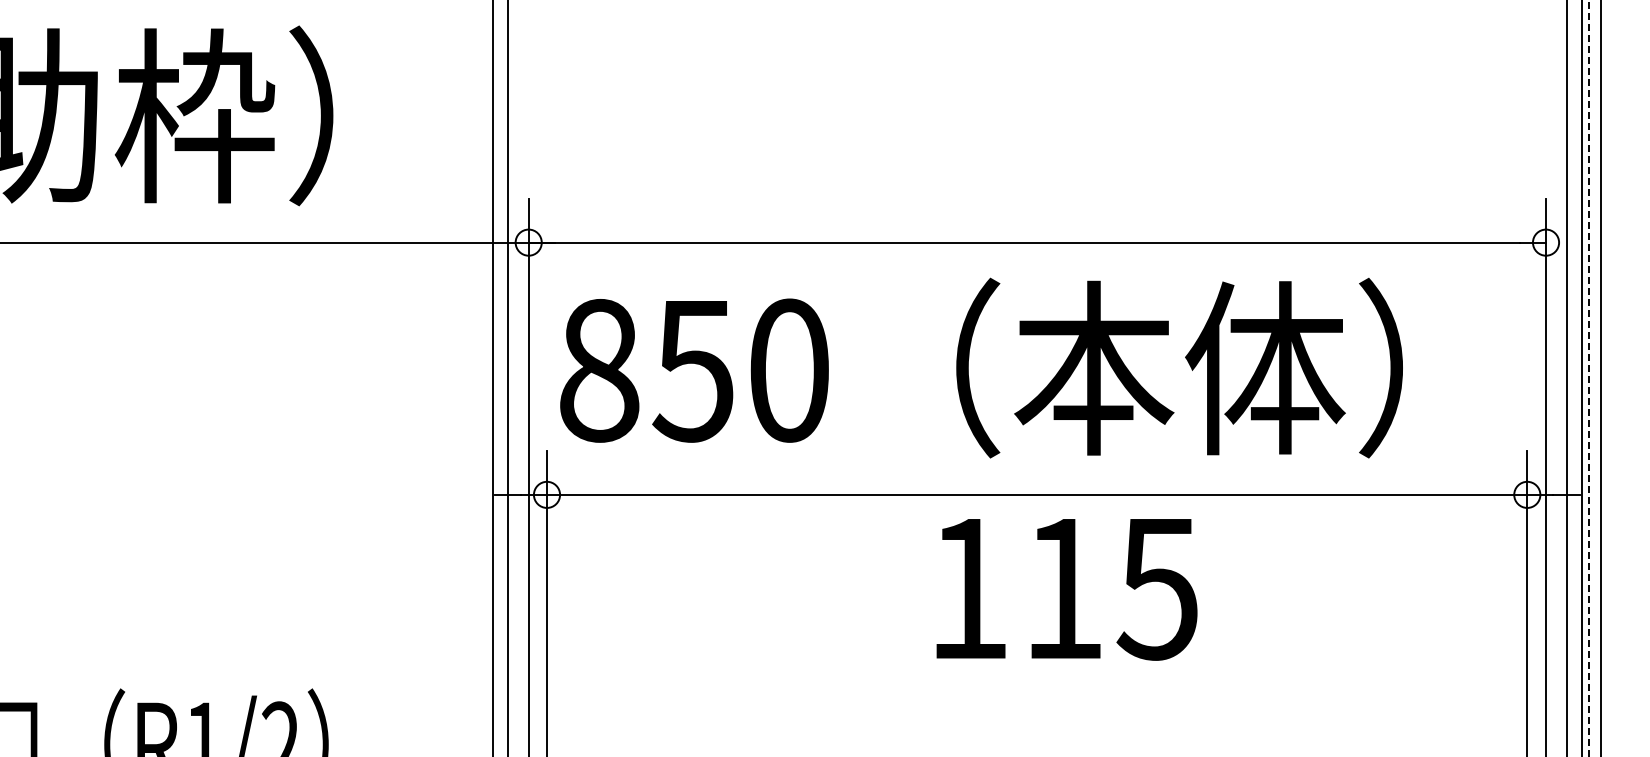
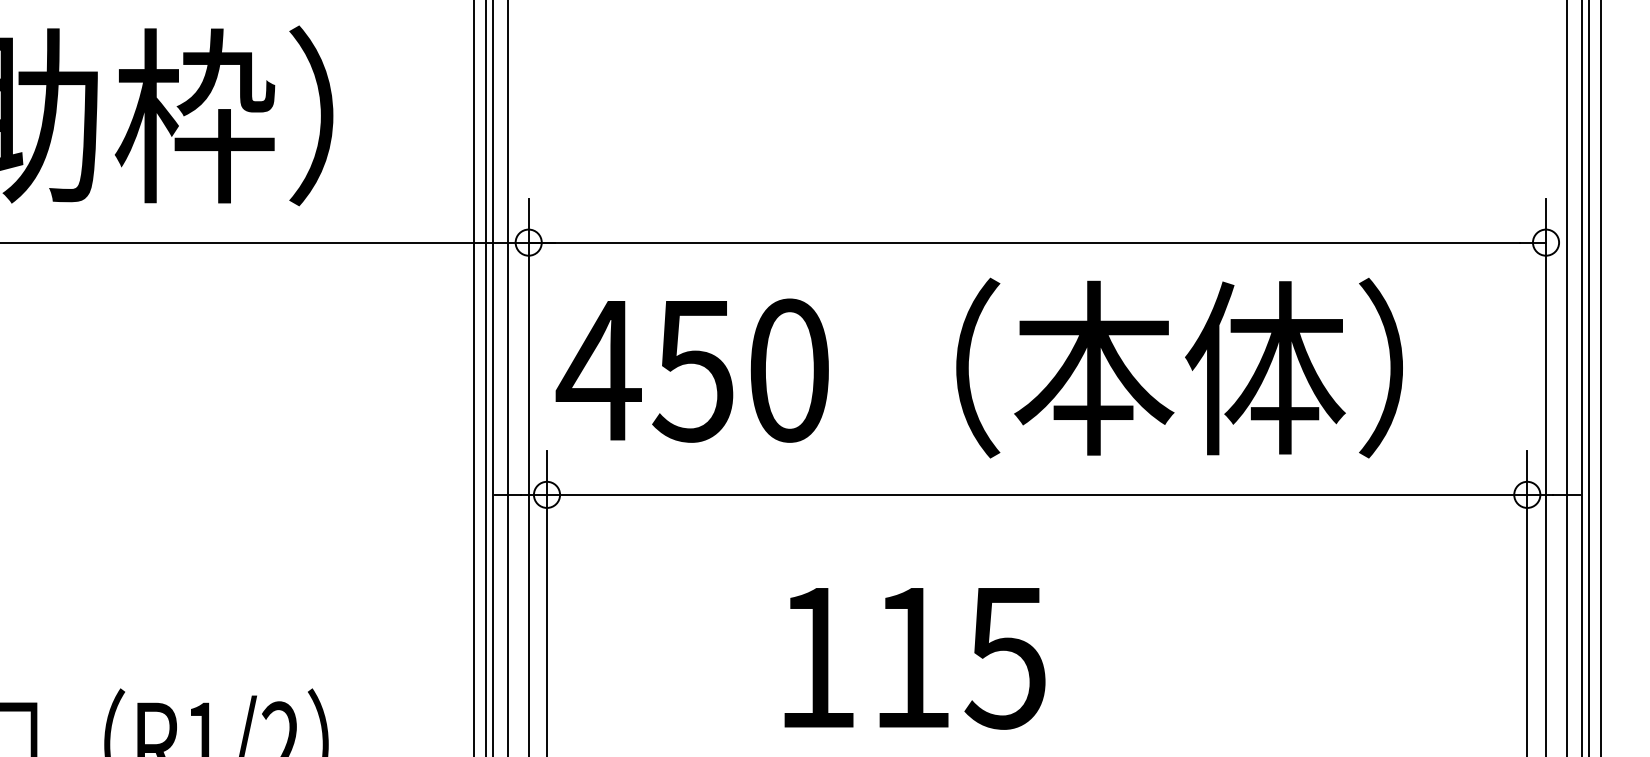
text at (598, 370): 850 -> 450
line at (474, 377): none -> present
line at (486, 377): none -> present
line at (1588, 378): dashed -> solid
text at (1066, 589) position: (1066, 589) -> (914, 658)
